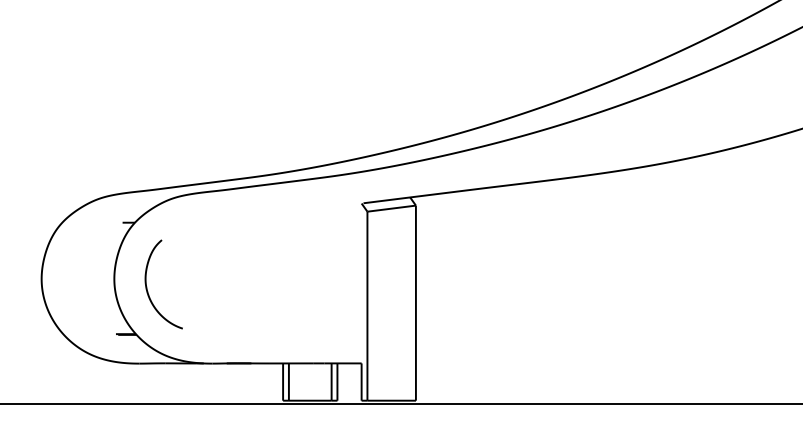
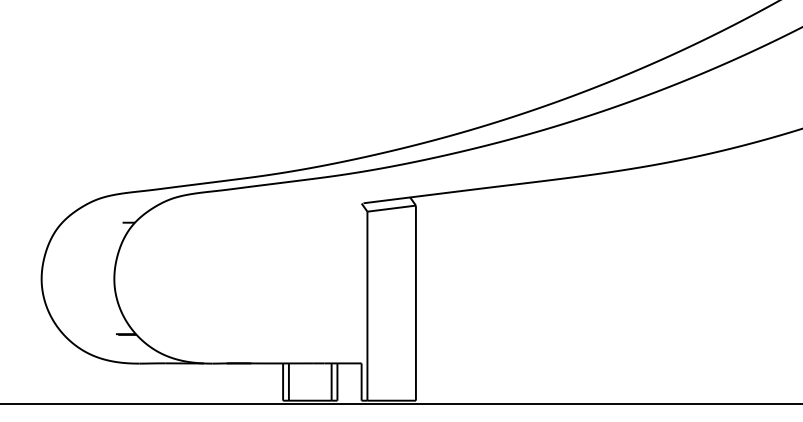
curve at (147, 286): present -> none
